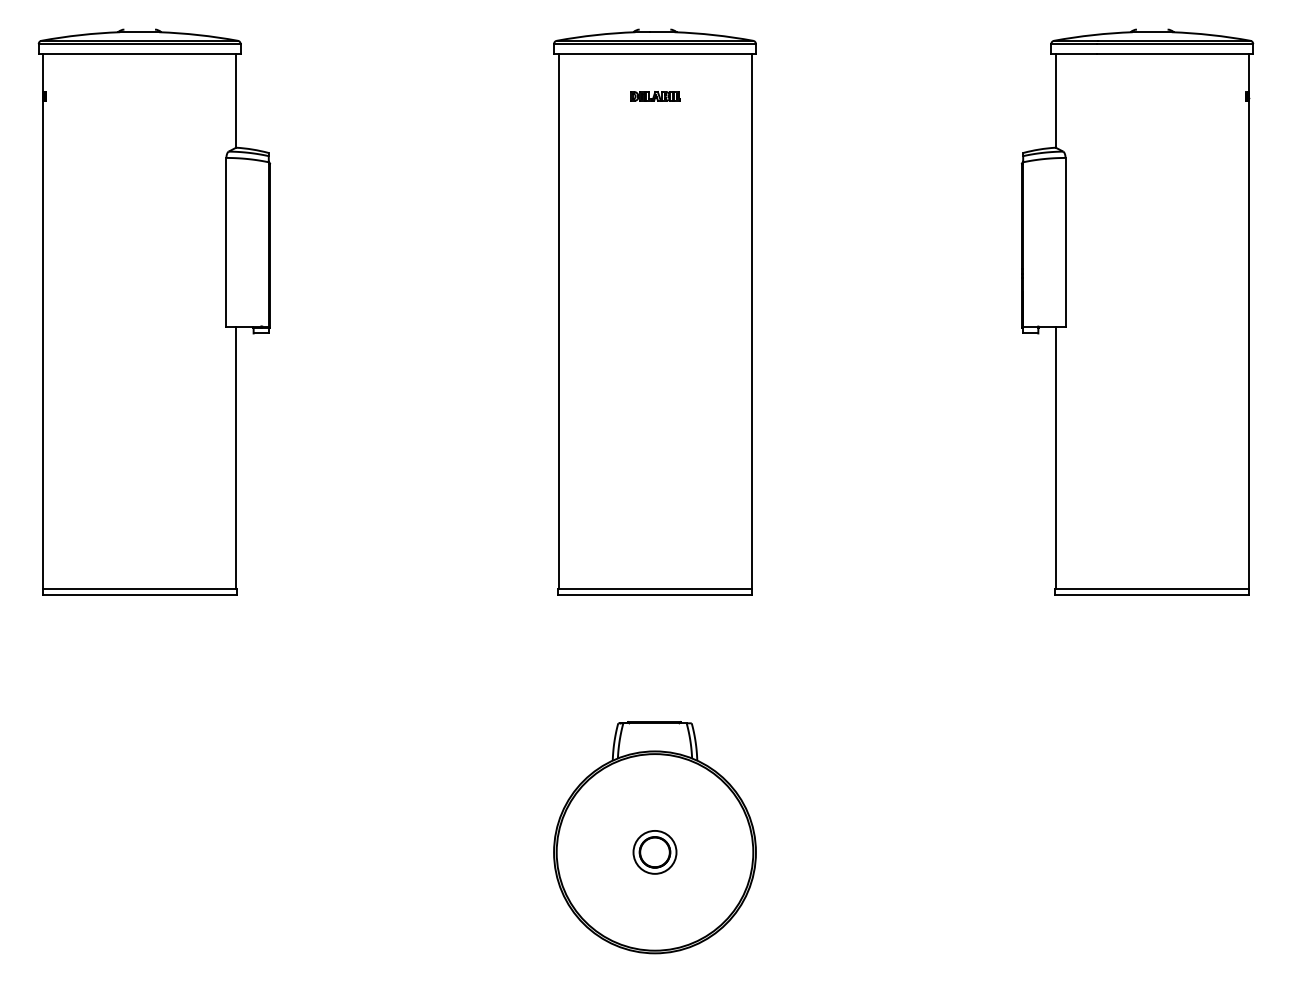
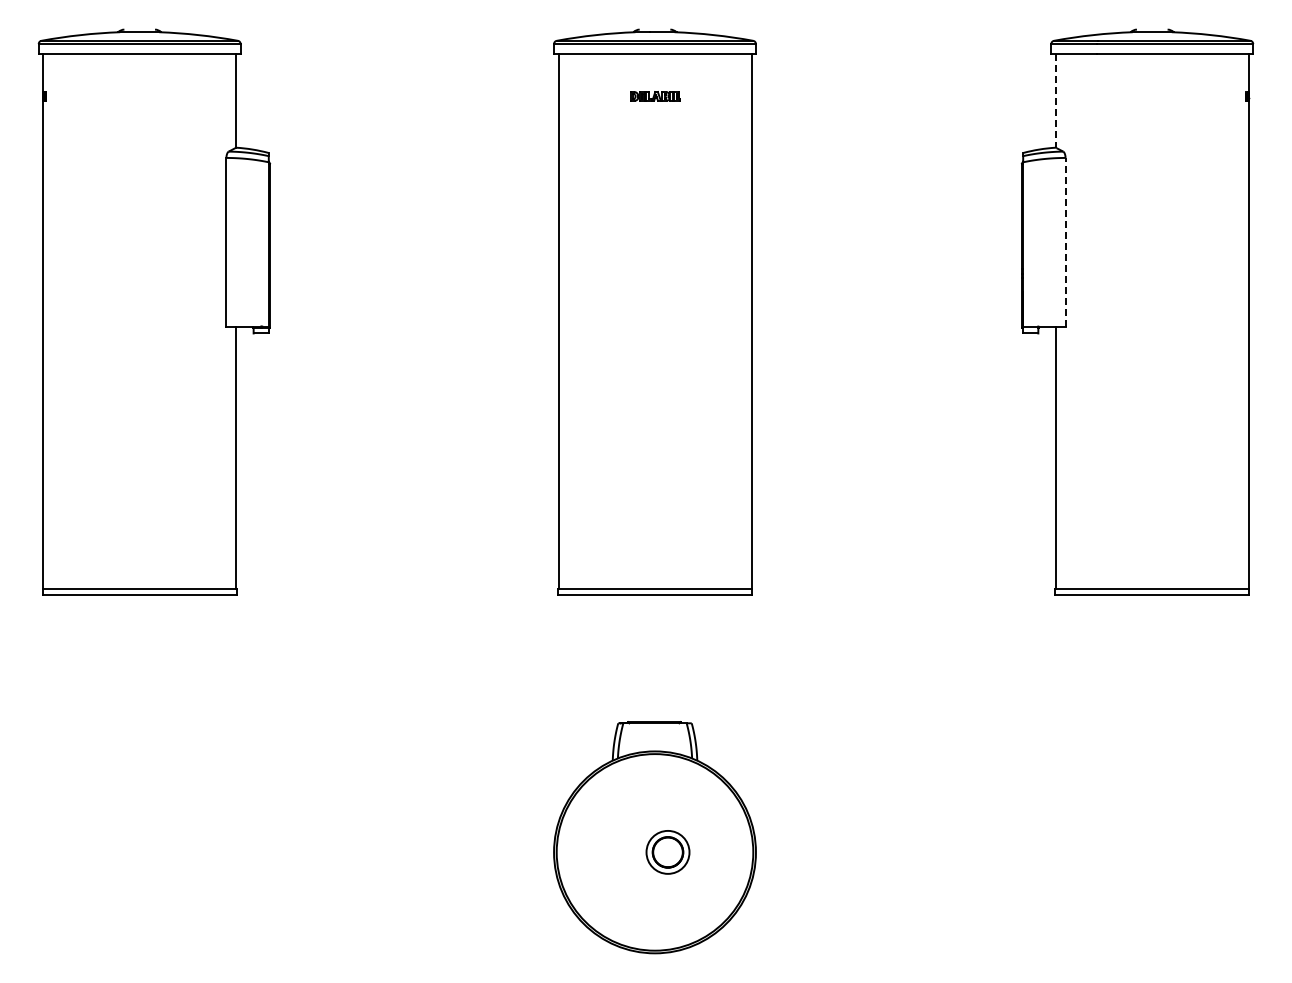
line at (1055, 100): solid -> dashed
line at (1065, 241): solid -> dashed
part at (654, 852) position: (654, 852) -> (667, 852)
